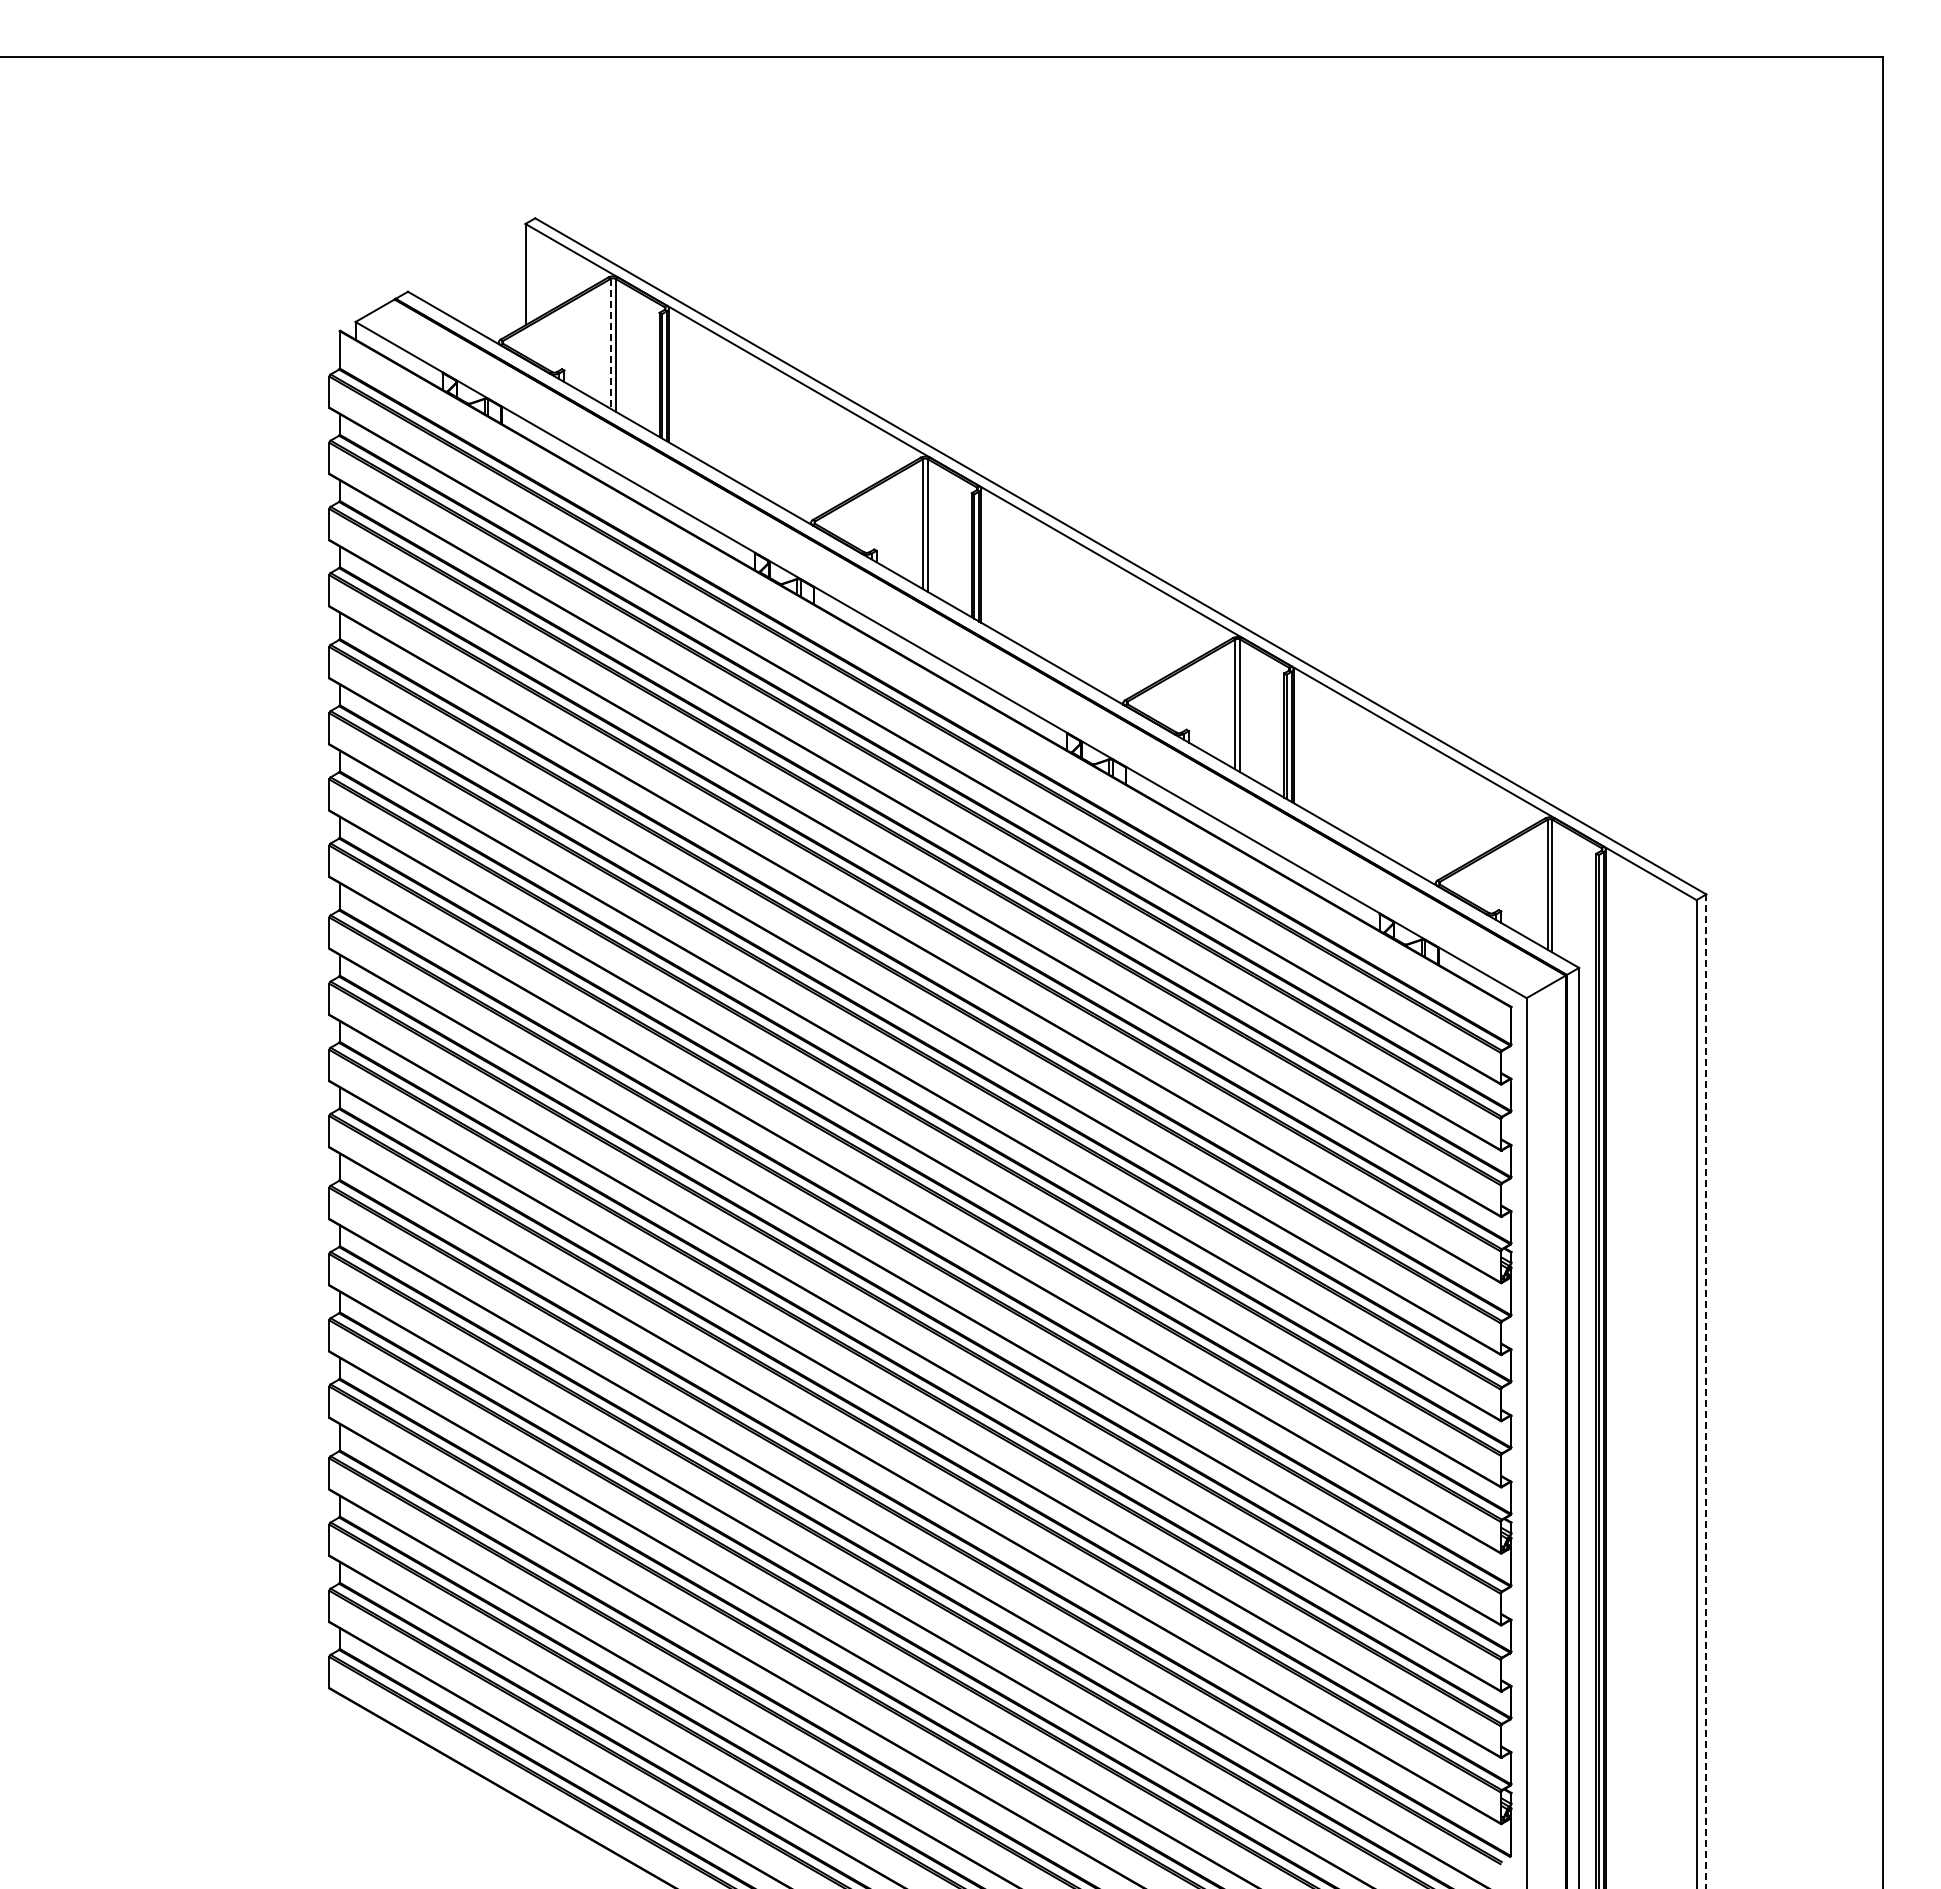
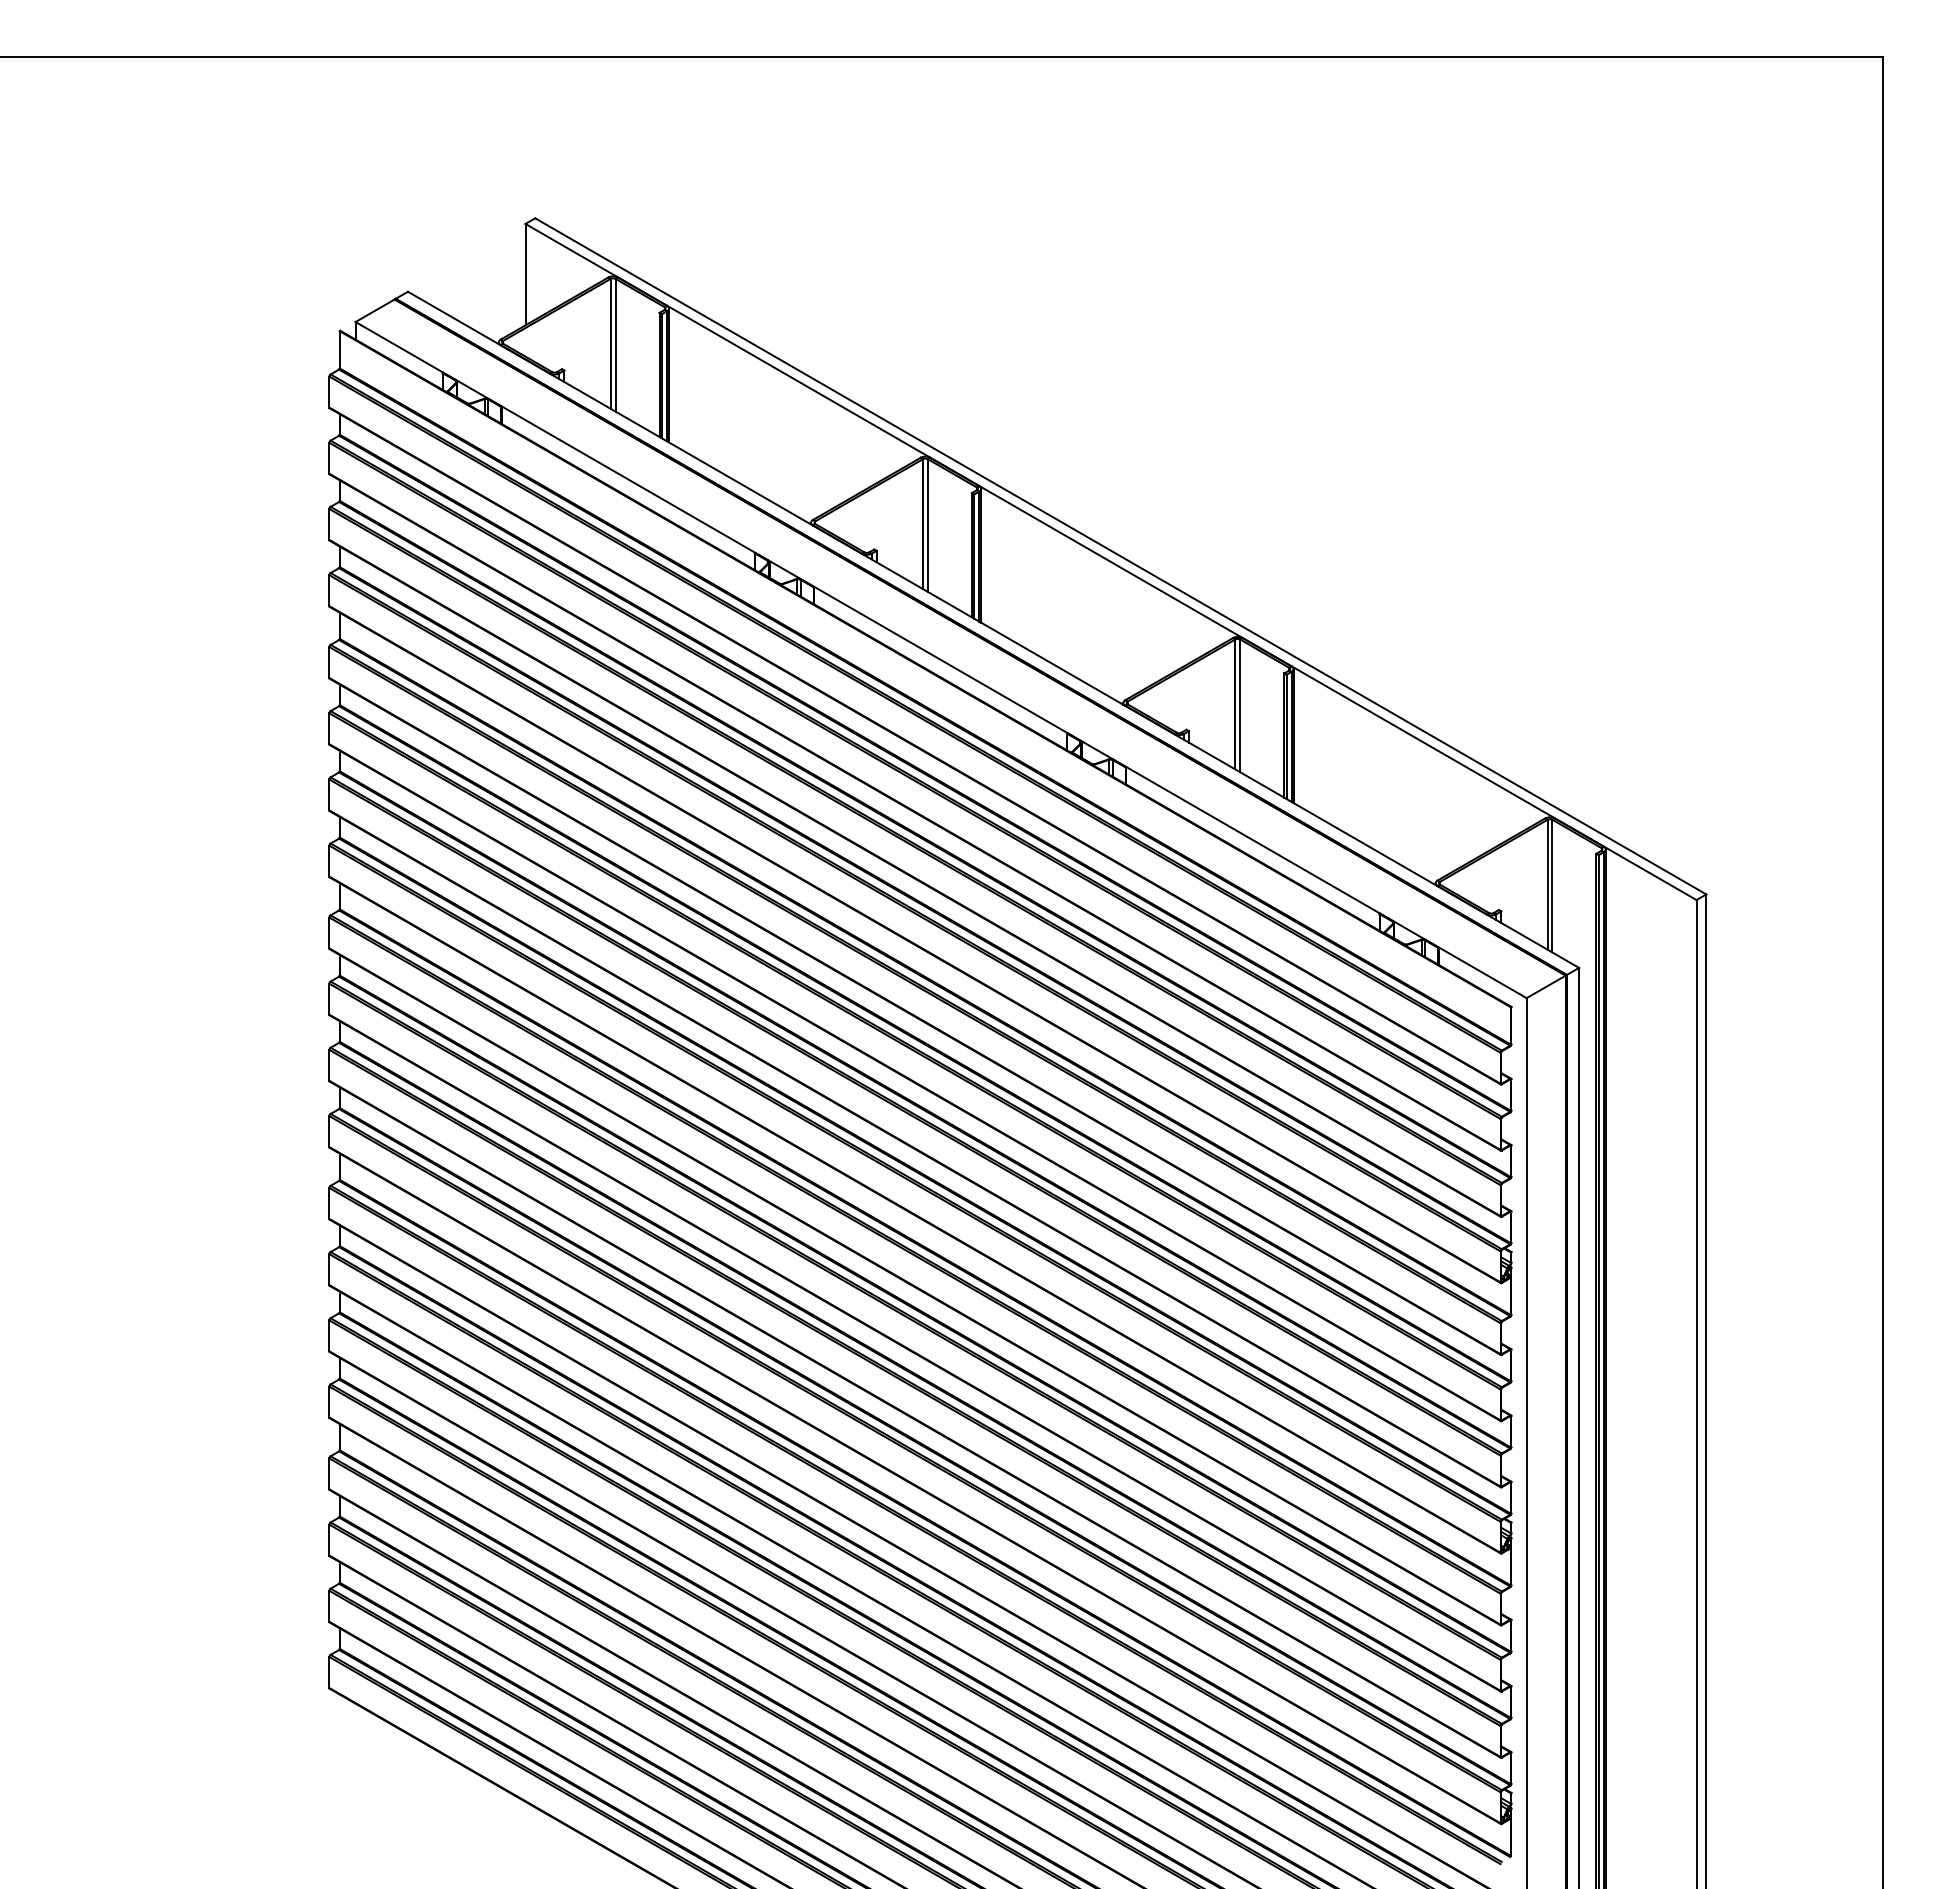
line at (610, 344): dashed -> solid
line at (1706, 1392): dashed -> solid
